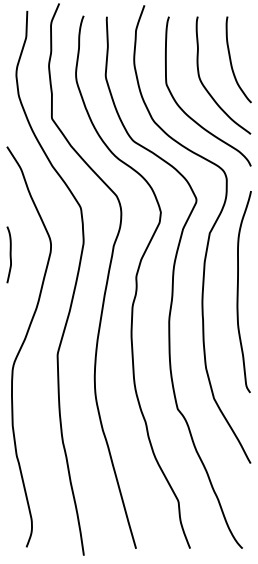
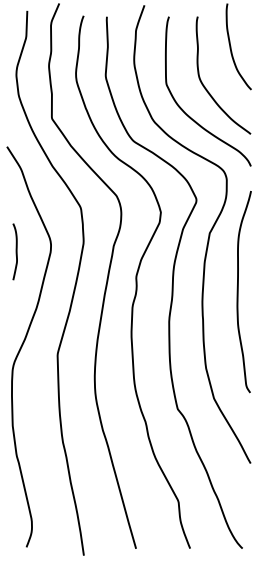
curve at (231, 59) position: (231, 59) -> (231, 46)
curve at (9, 254) position: (9, 254) -> (15, 251)
